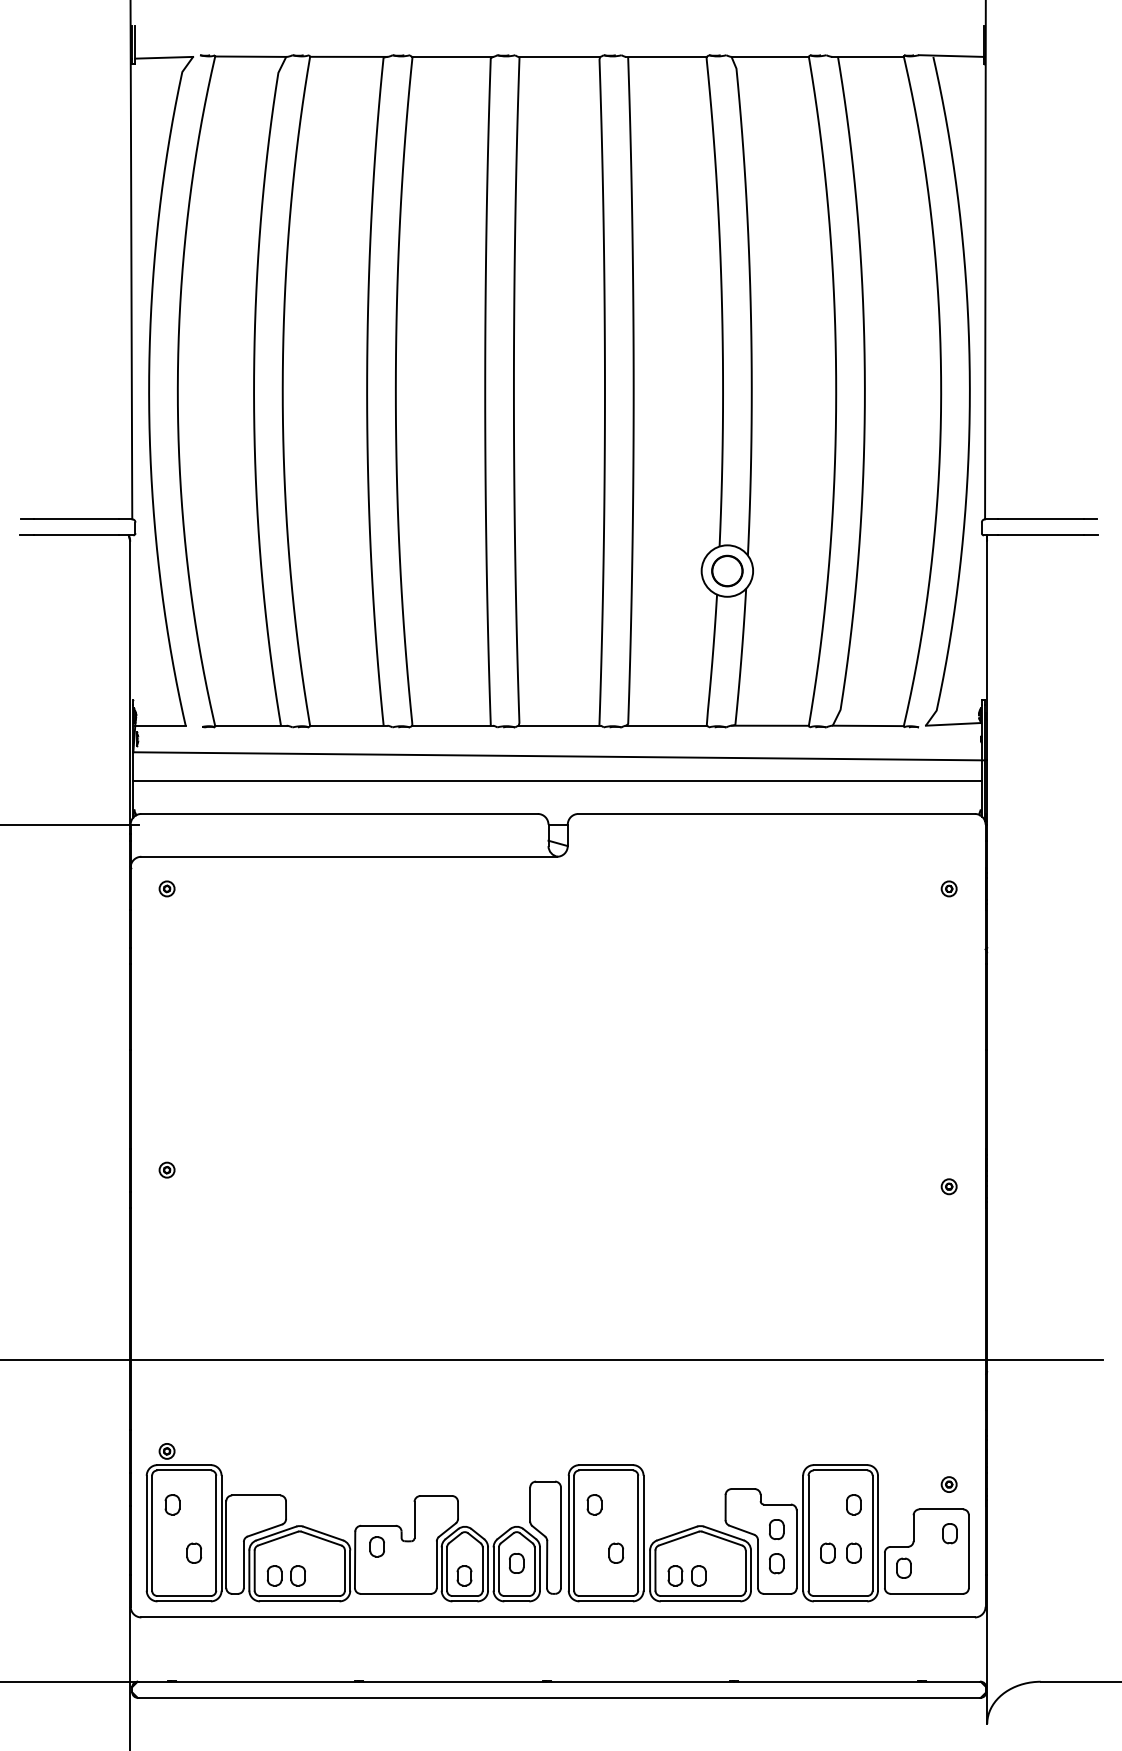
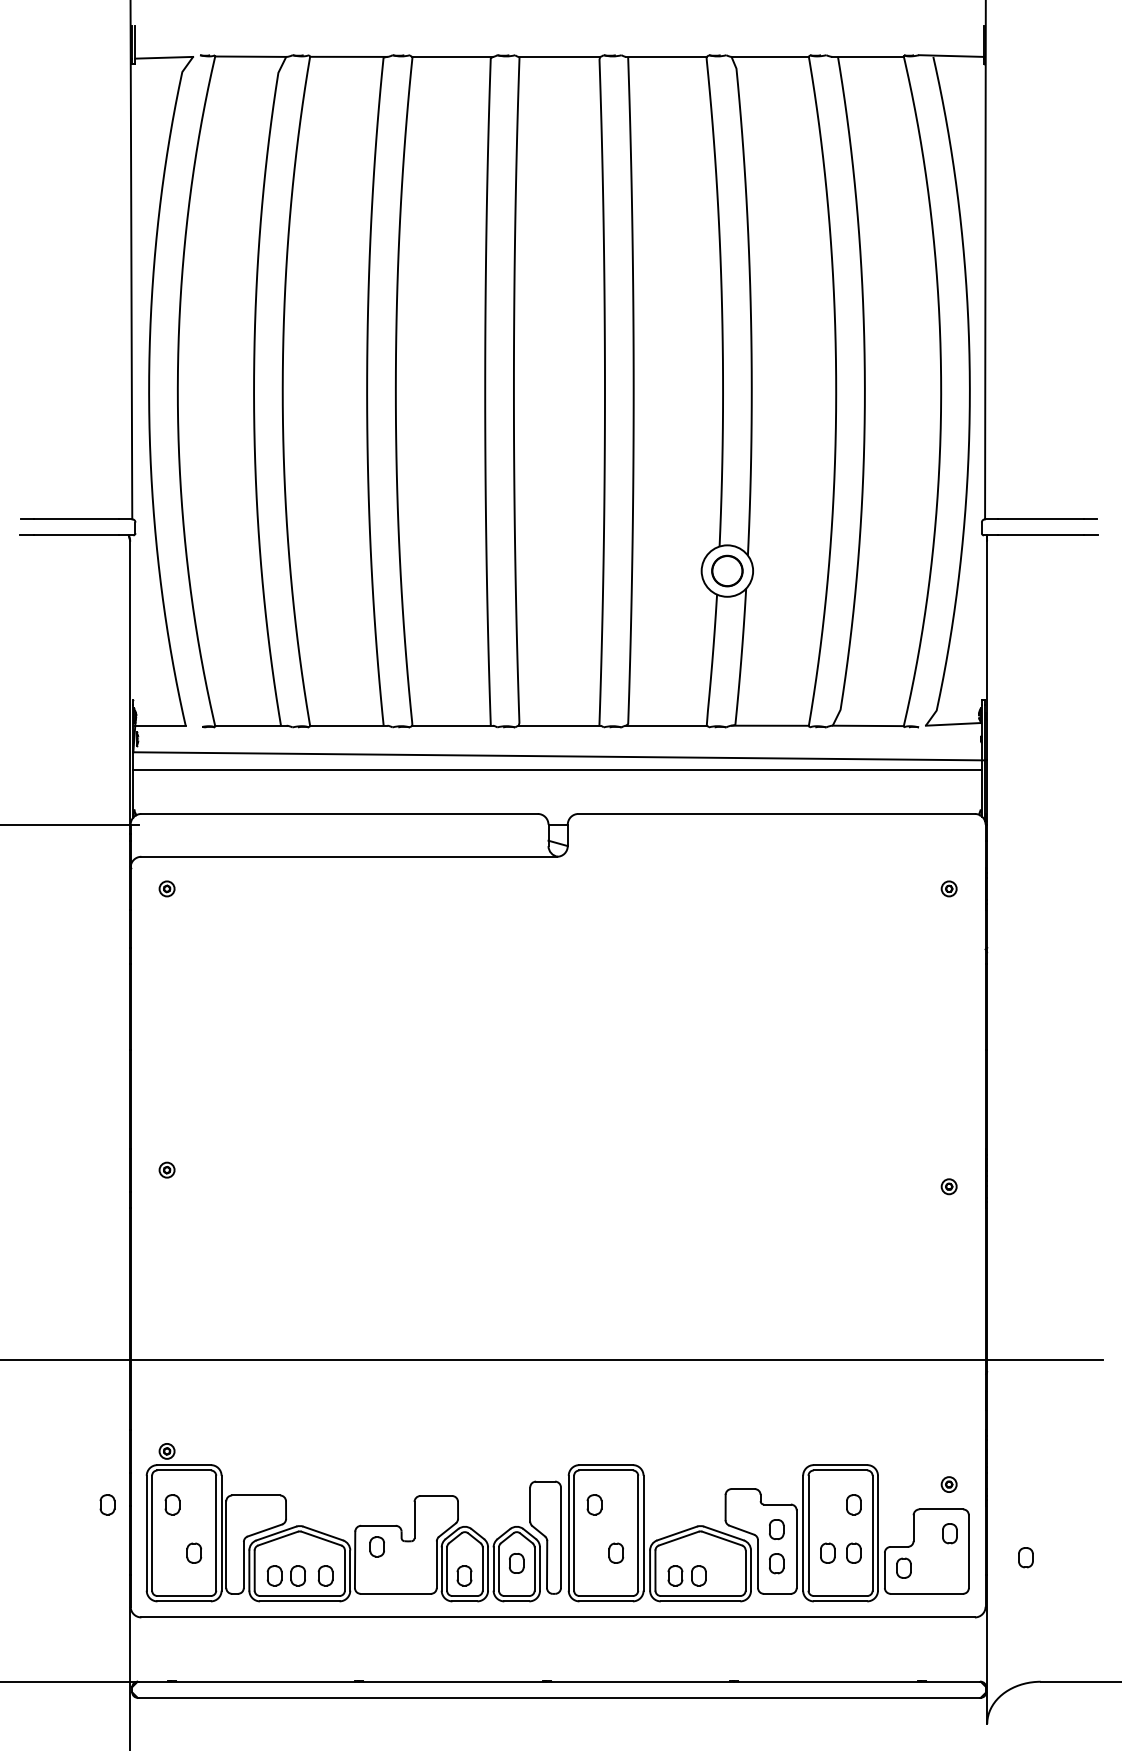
line at (557, 780) position: (557, 780) -> (557, 769)
part at (107, 1504): none -> present
part at (1025, 1557): none -> present
part at (325, 1575): none -> present
